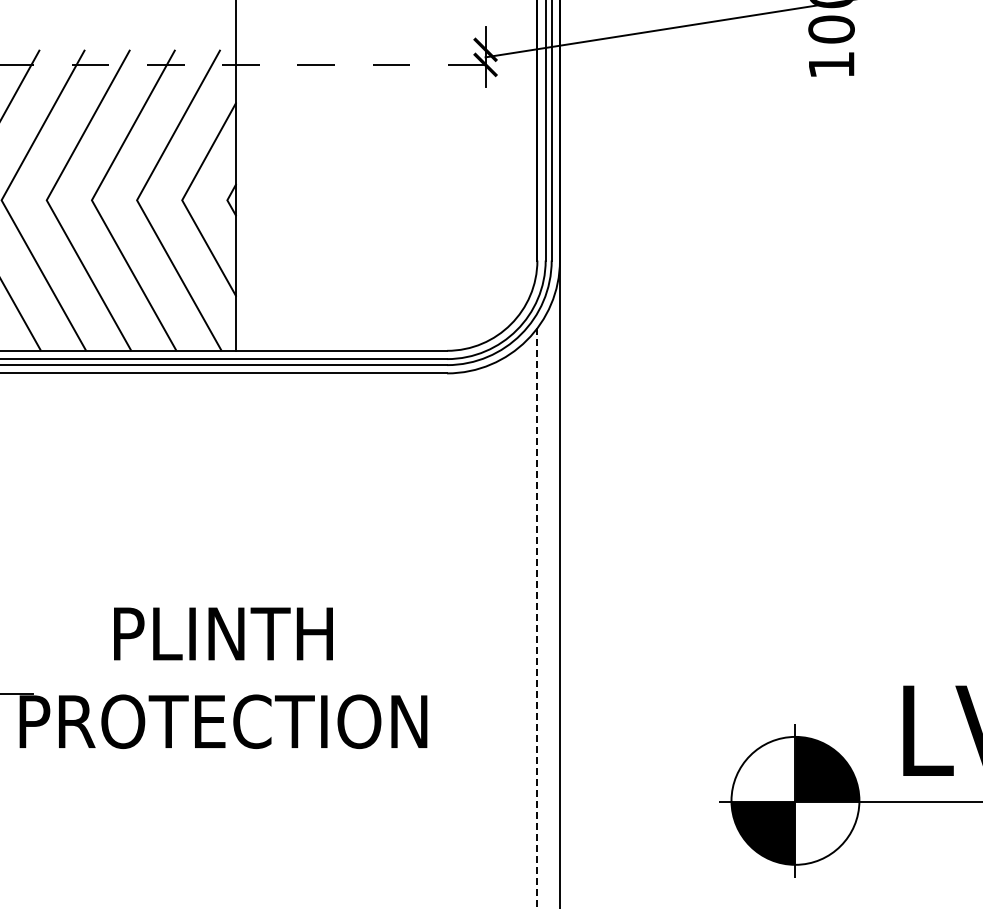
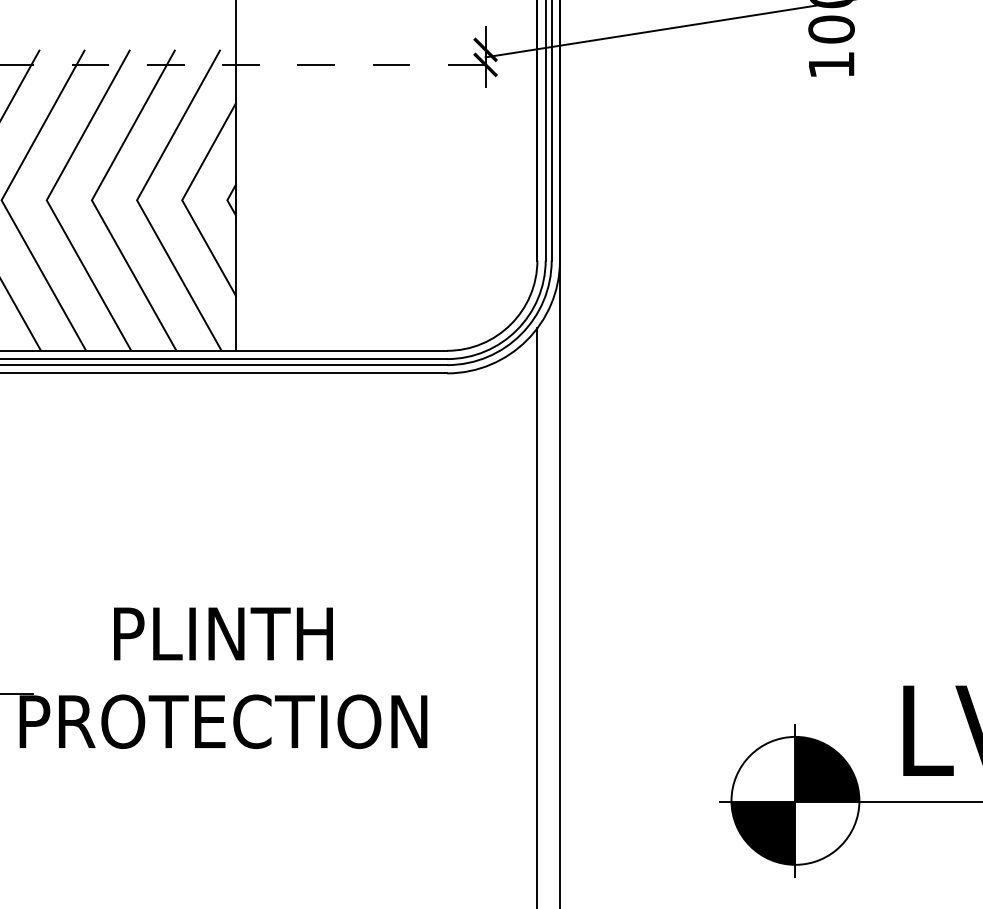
line at (537, 619): dashed -> solid
